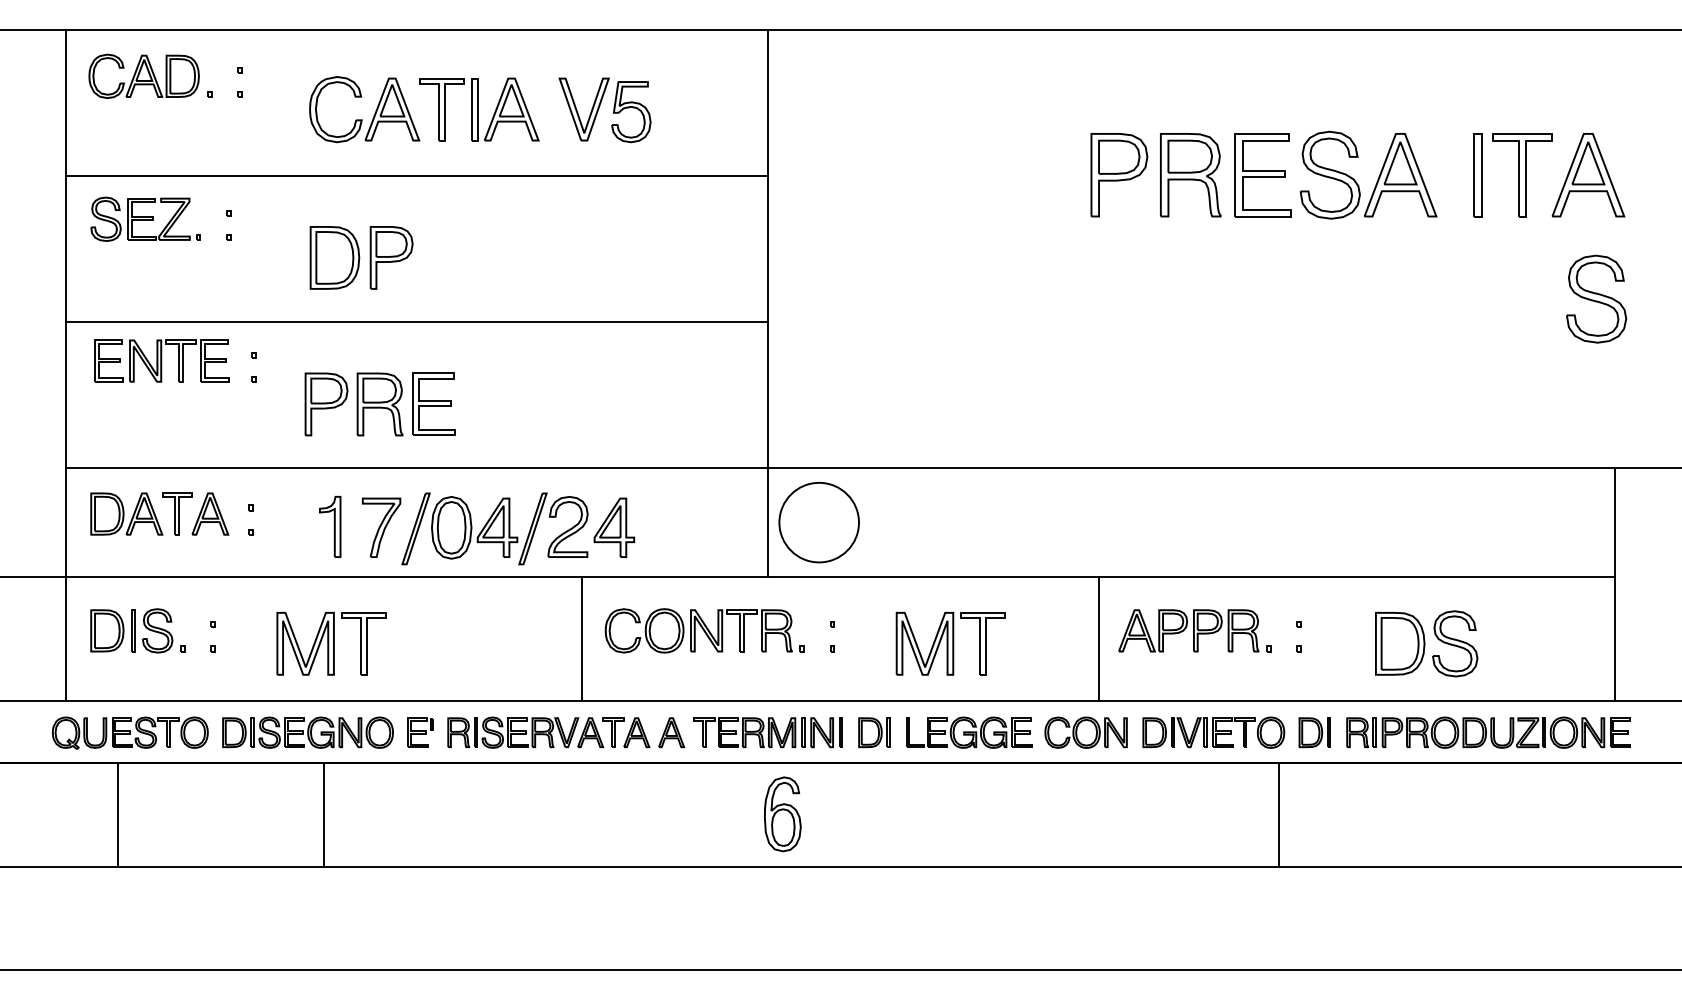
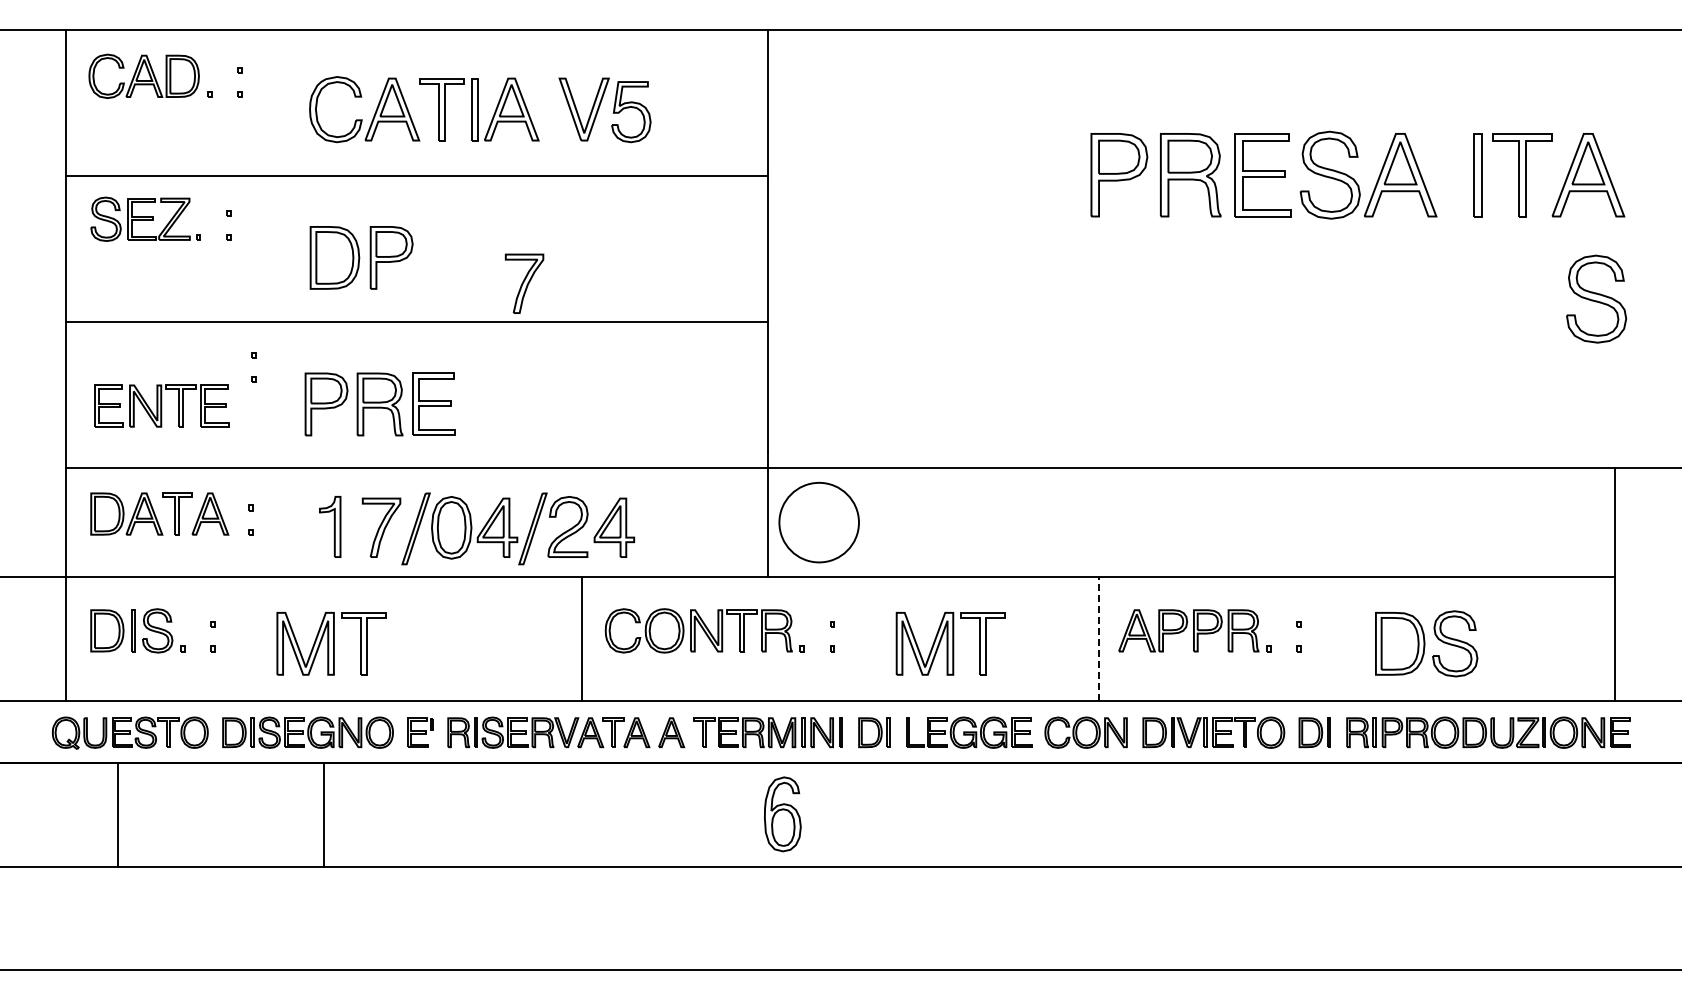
part at (524, 283): none -> present
part at (161, 360) position: (161, 360) -> (161, 405)
line at (1098, 639): solid -> dashed
line at (1279, 814): present -> none
